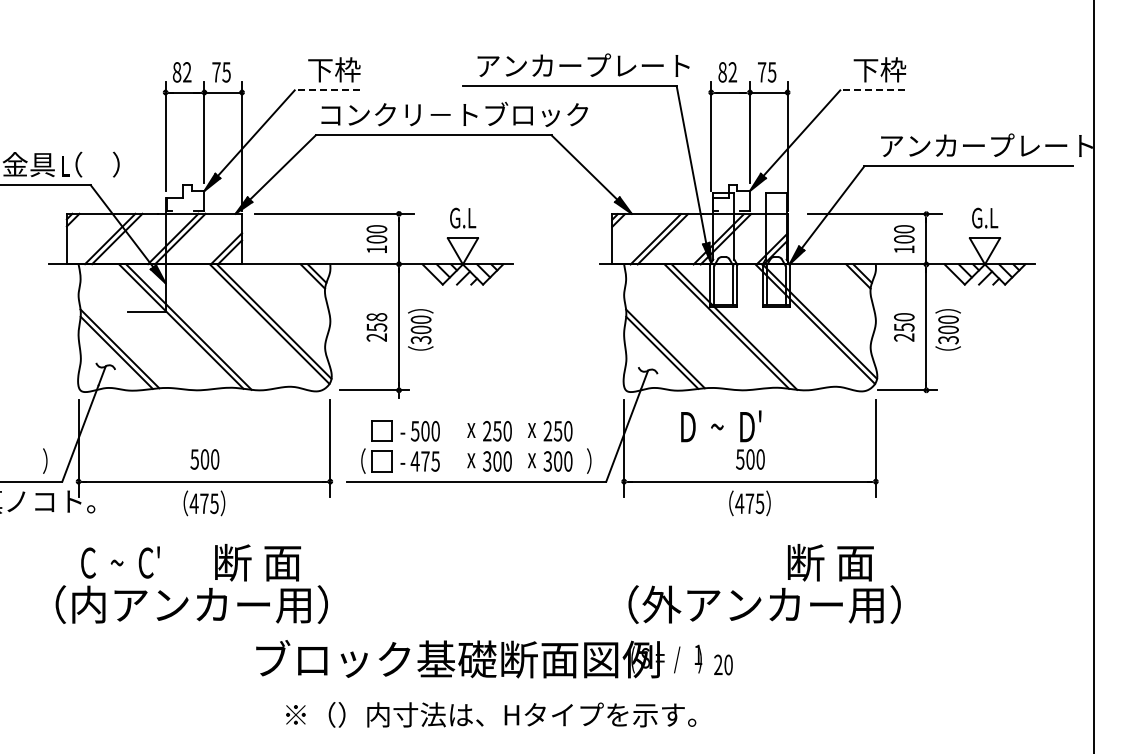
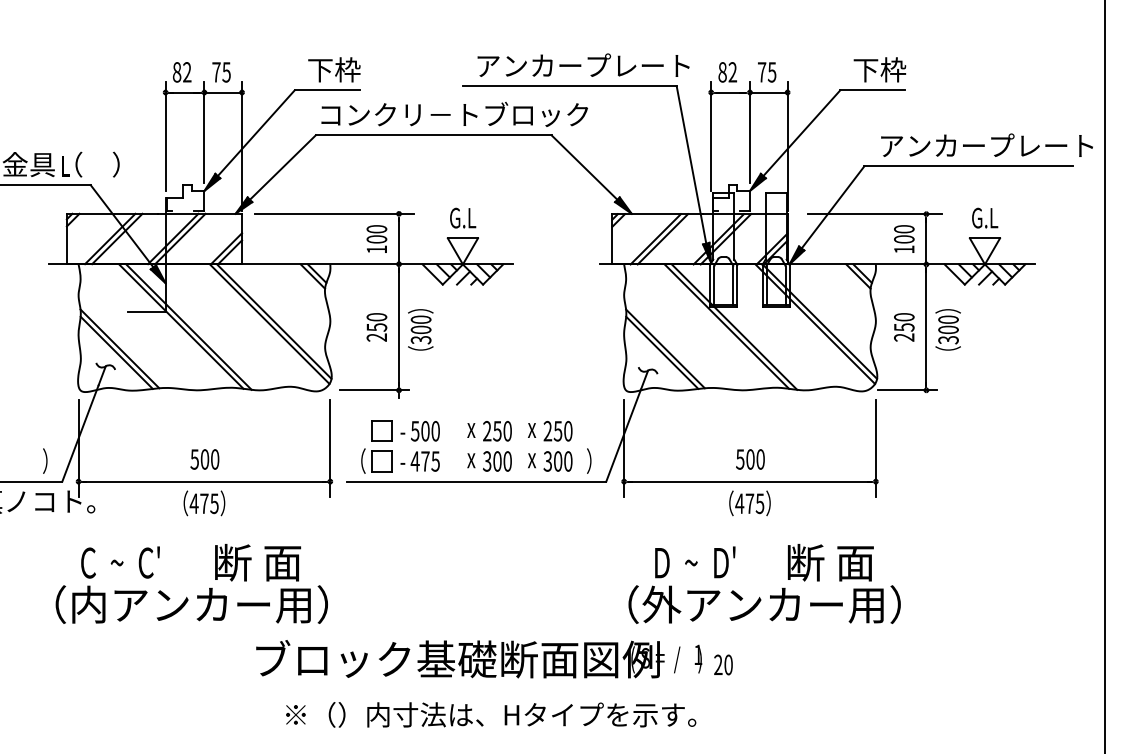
line at (326, 90): dashed -> solid
line at (872, 90): dashed -> solid
text at (376, 317): 258 -> 250
line at (1093, 376) position: (1093, 376) -> (1104, 376)
text at (721, 426) position: (721, 426) -> (695, 562)
